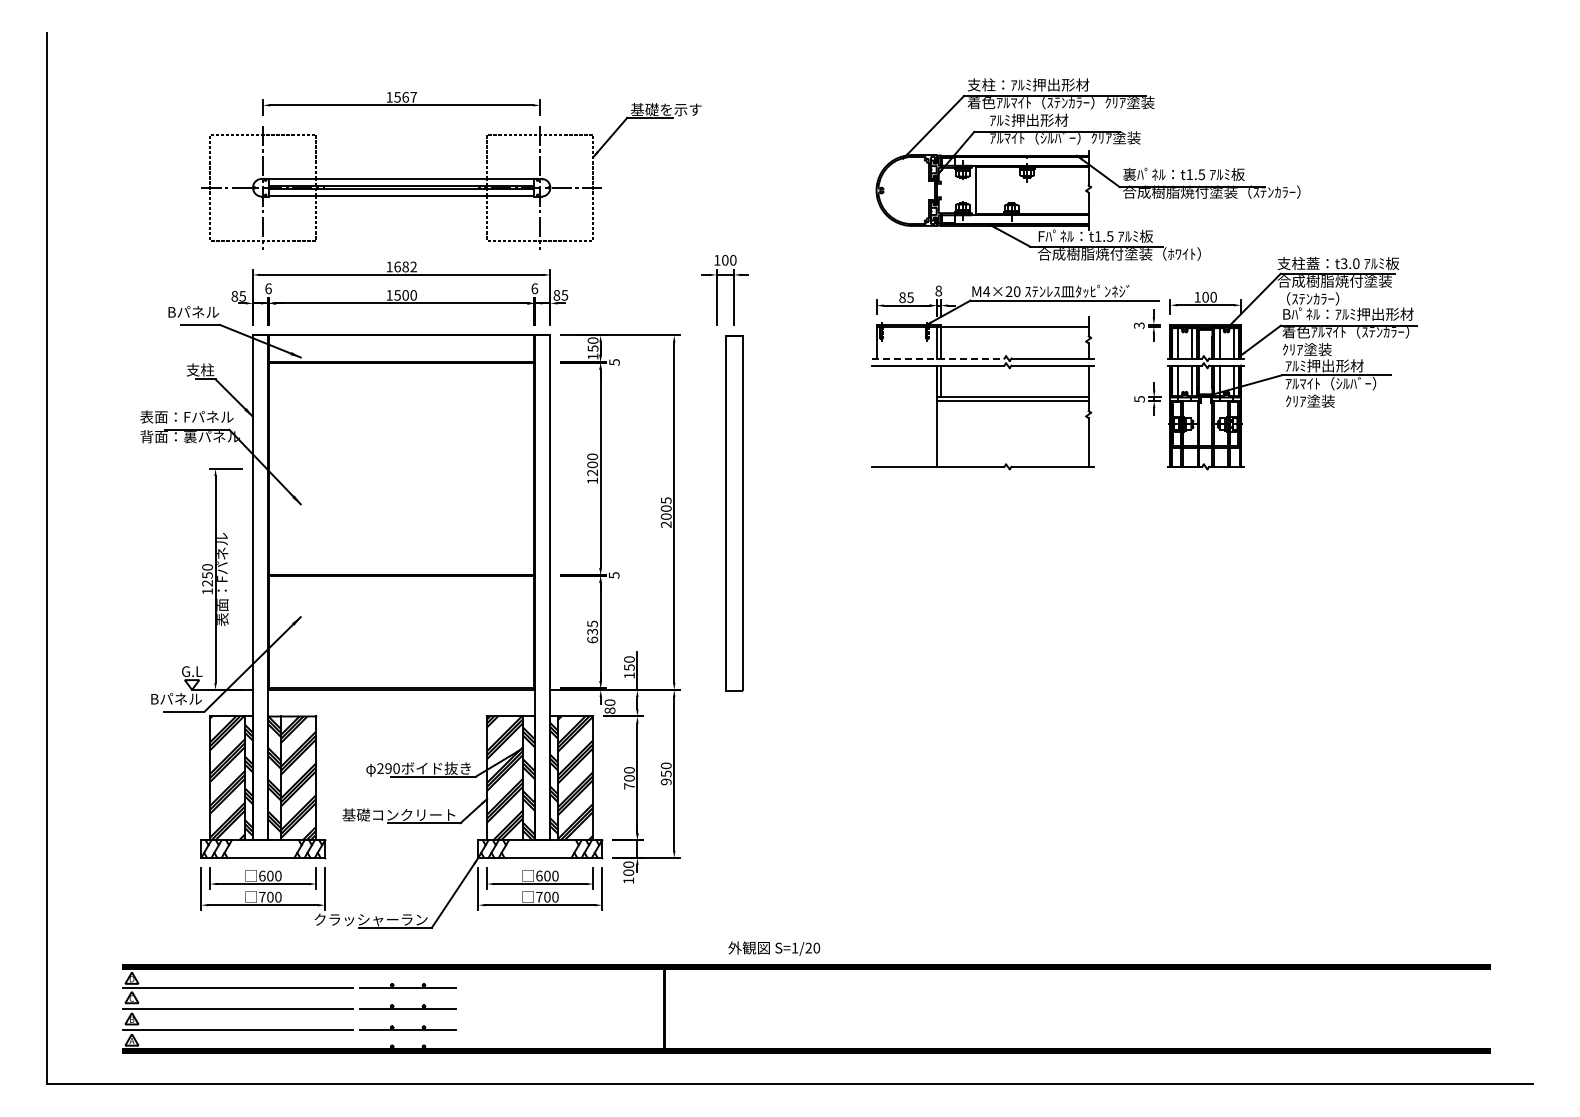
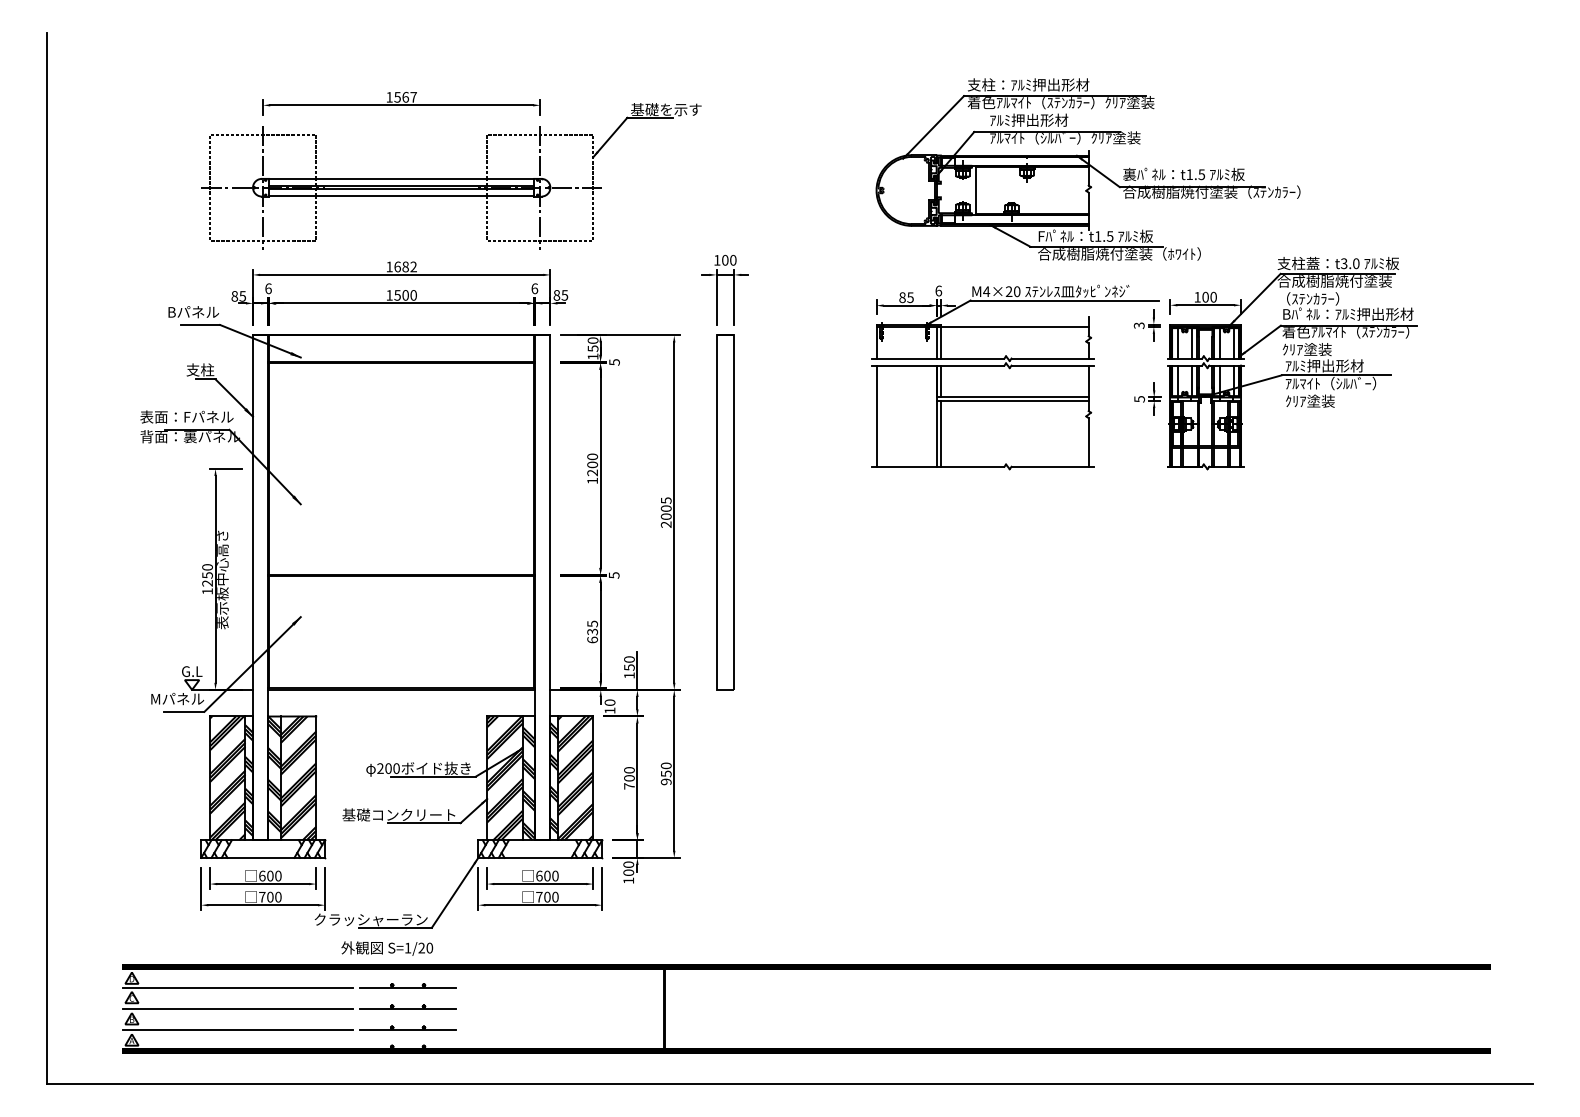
text at (938, 290): 8 -> 6
line at (938, 358): dashed -> solid
line at (876, 415): none -> present
line at (940, 433): none -> present
part at (734, 513) position: (734, 513) -> (725, 512)
text at (222, 579): 表面：Fパネル -> 表示板中心高さ
text at (178, 698): Bパネル -> Mパネル
text at (609, 710): 80 -> 10
text at (388, 768): 290 -> 200
text at (774, 948) position: (774, 948) -> (387, 948)
